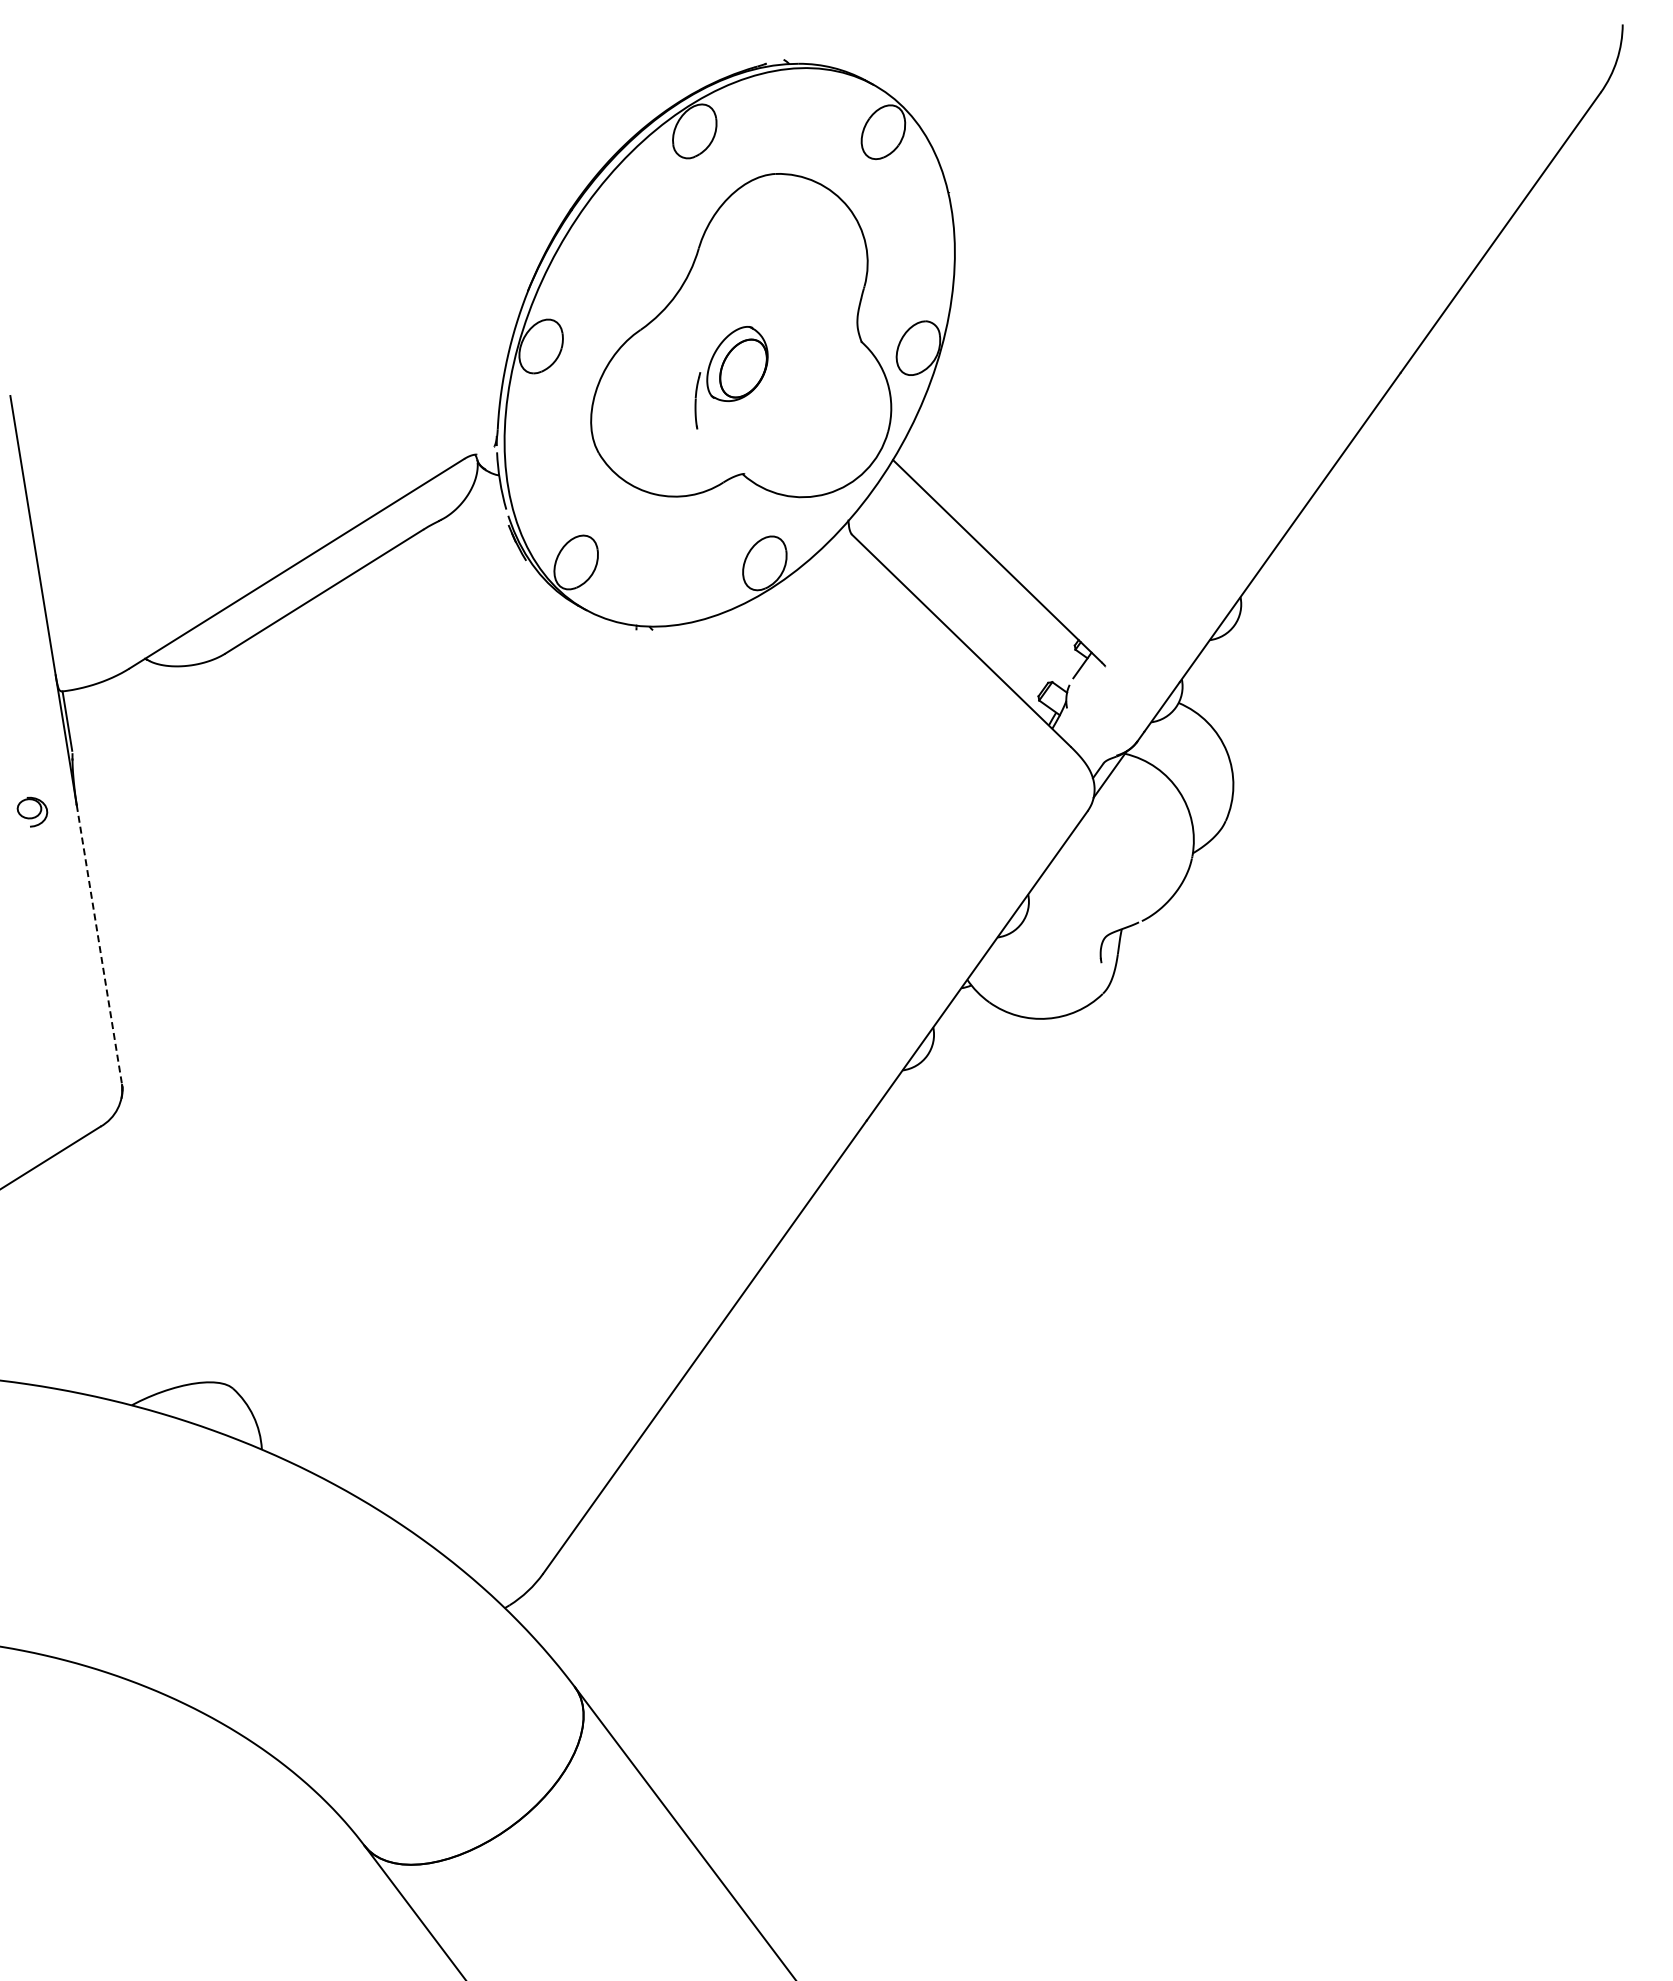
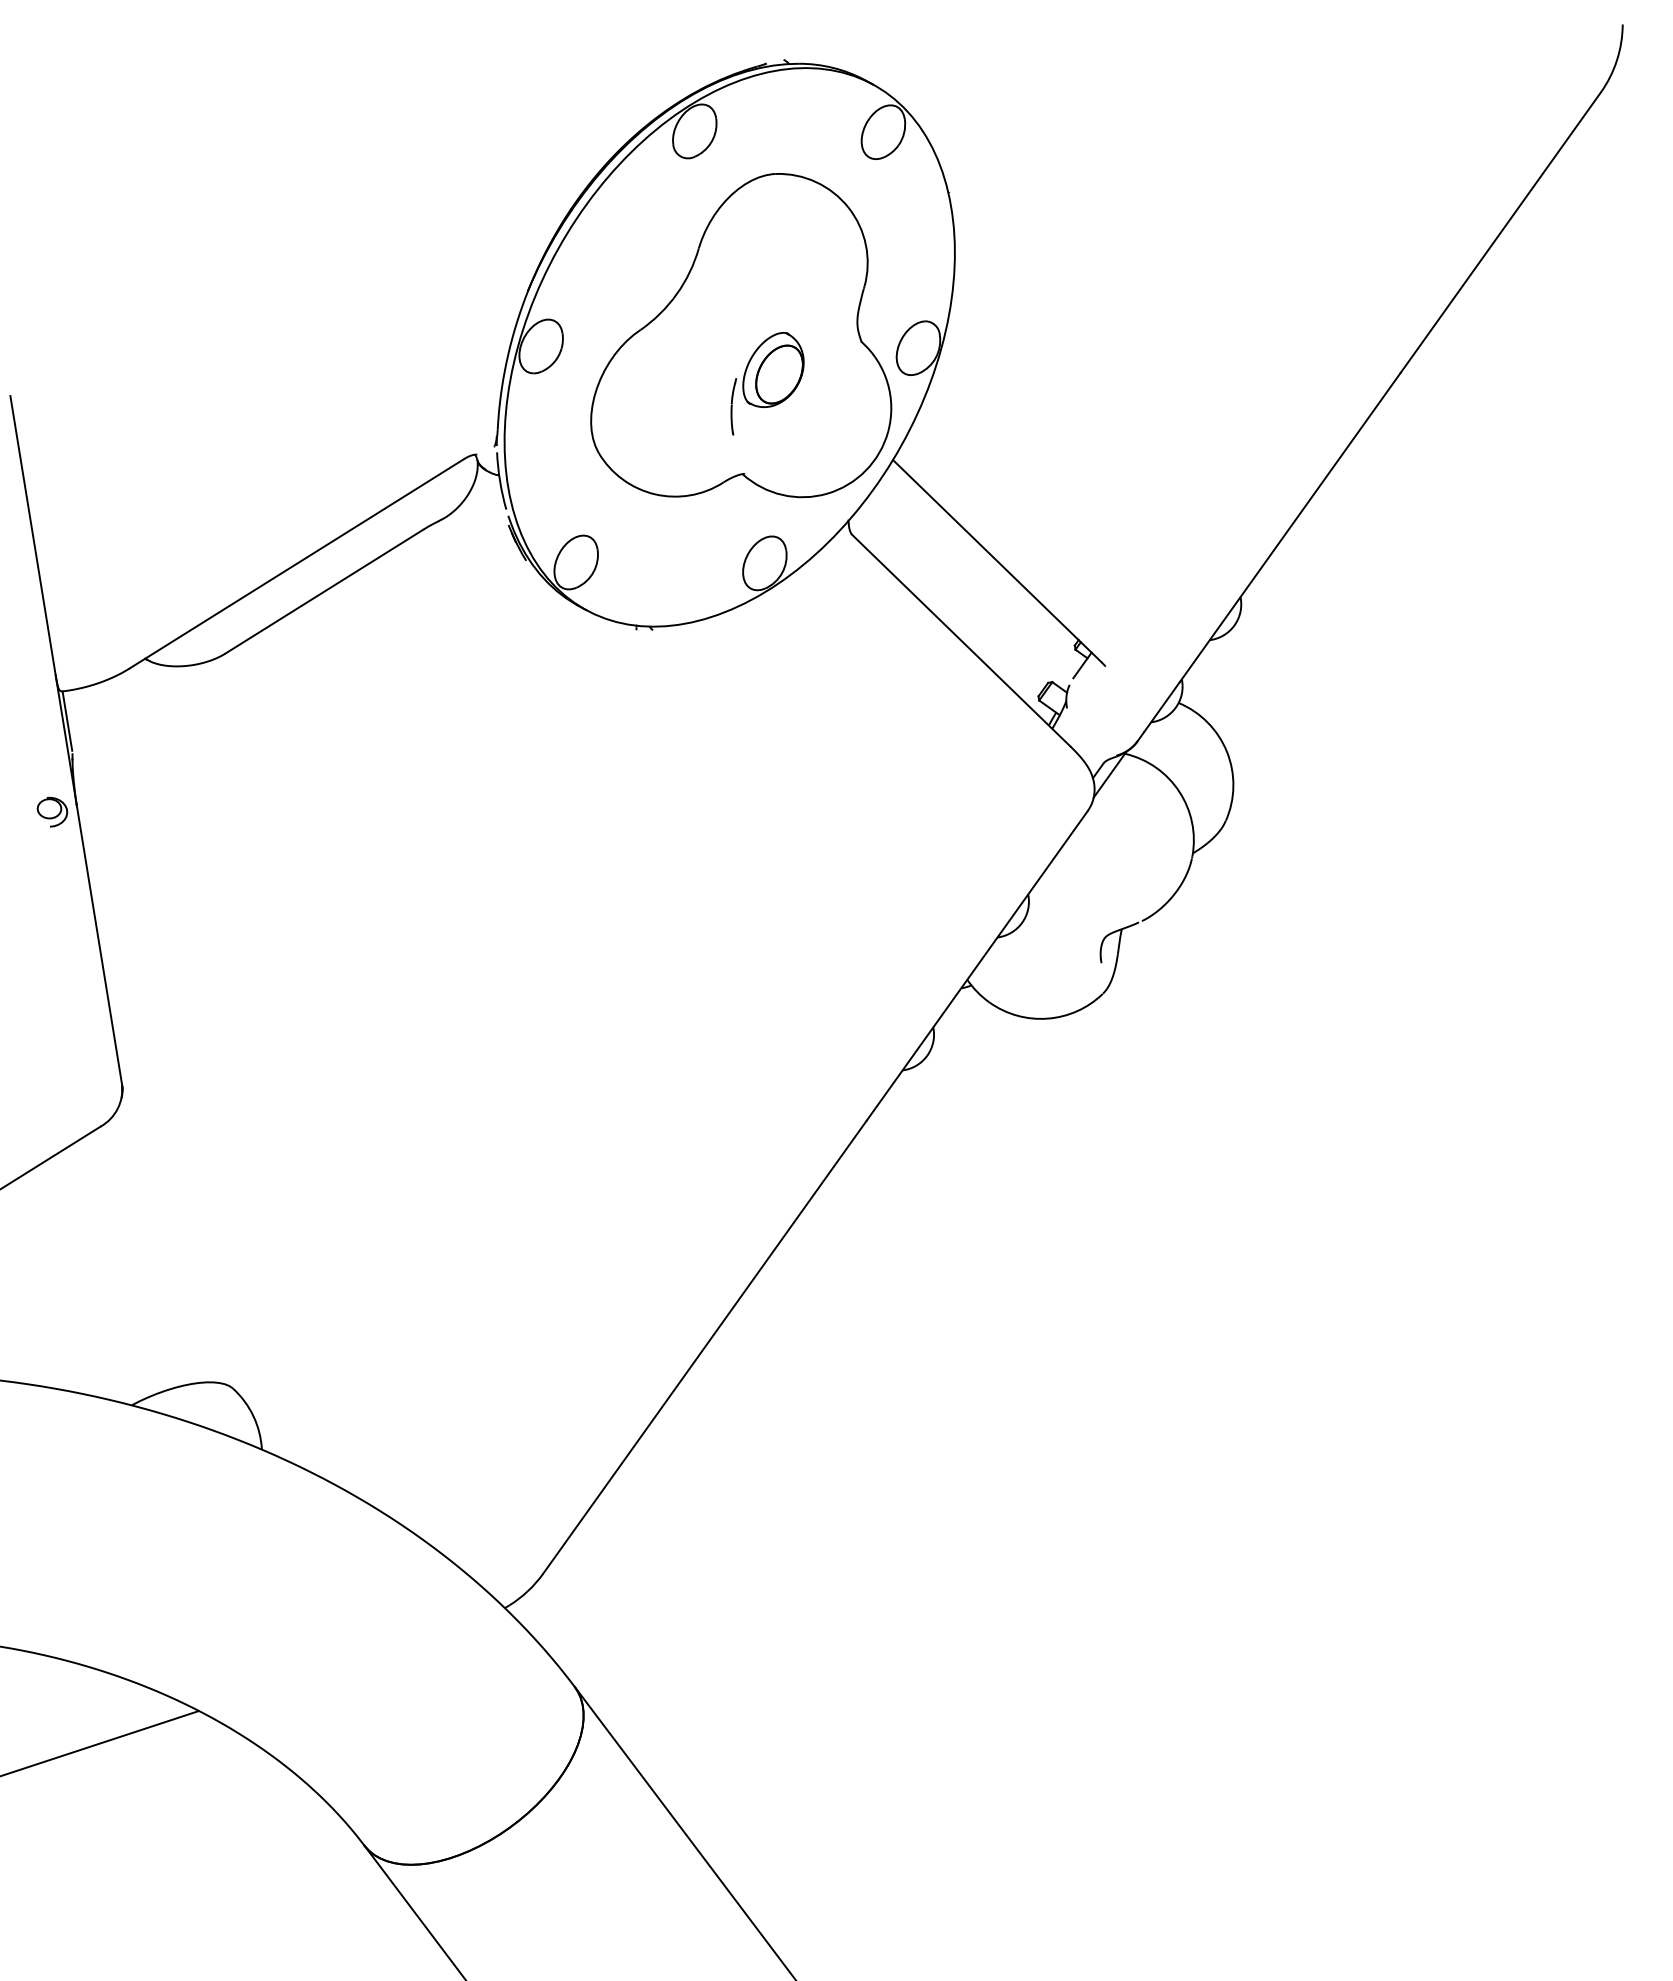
part at (731, 377) position: (731, 377) -> (767, 383)
part at (32, 811) position: (32, 811) -> (52, 811)
line at (99, 944): dashed -> solid
line at (100, 1743): none -> present
